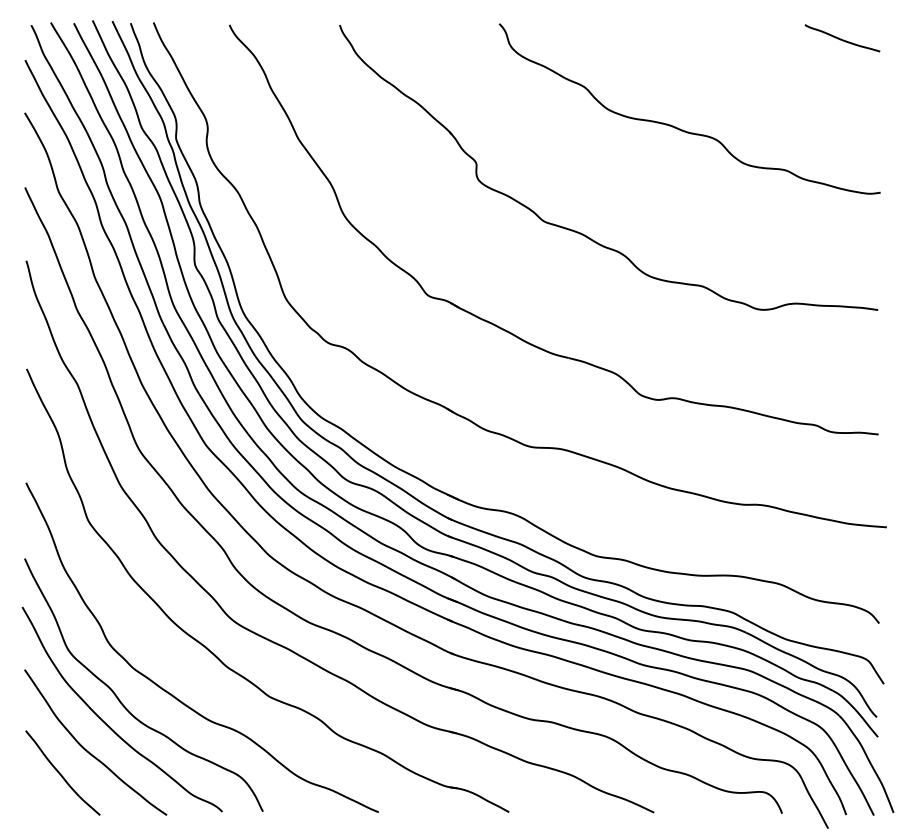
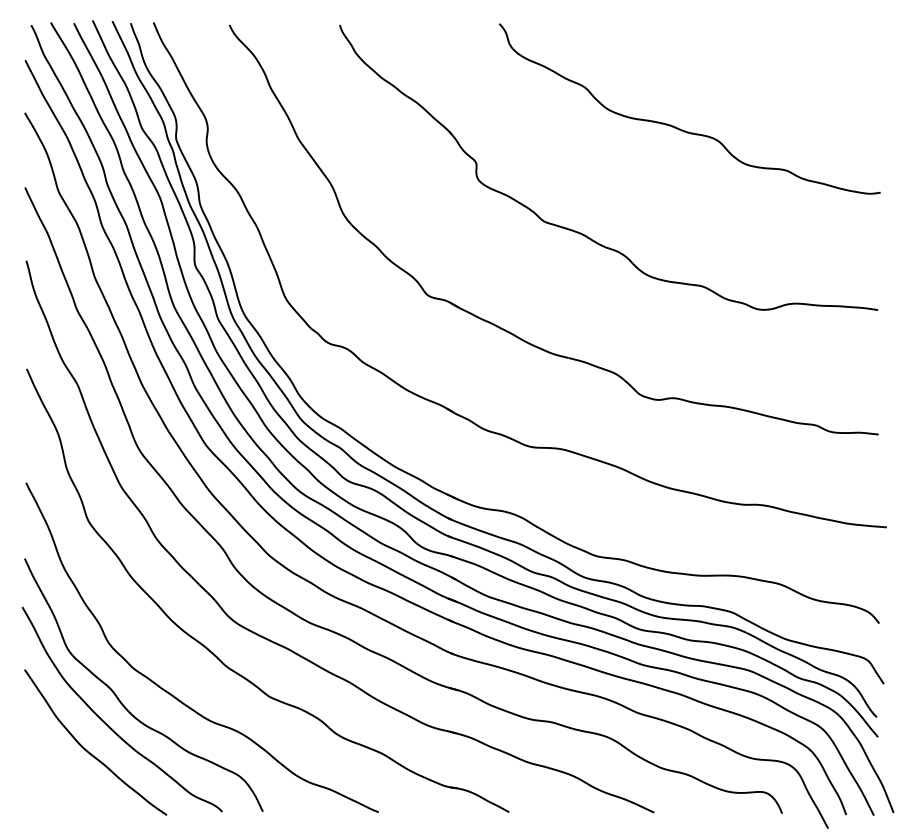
curve at (841, 38): present -> none
curve at (60, 772): present -> none
